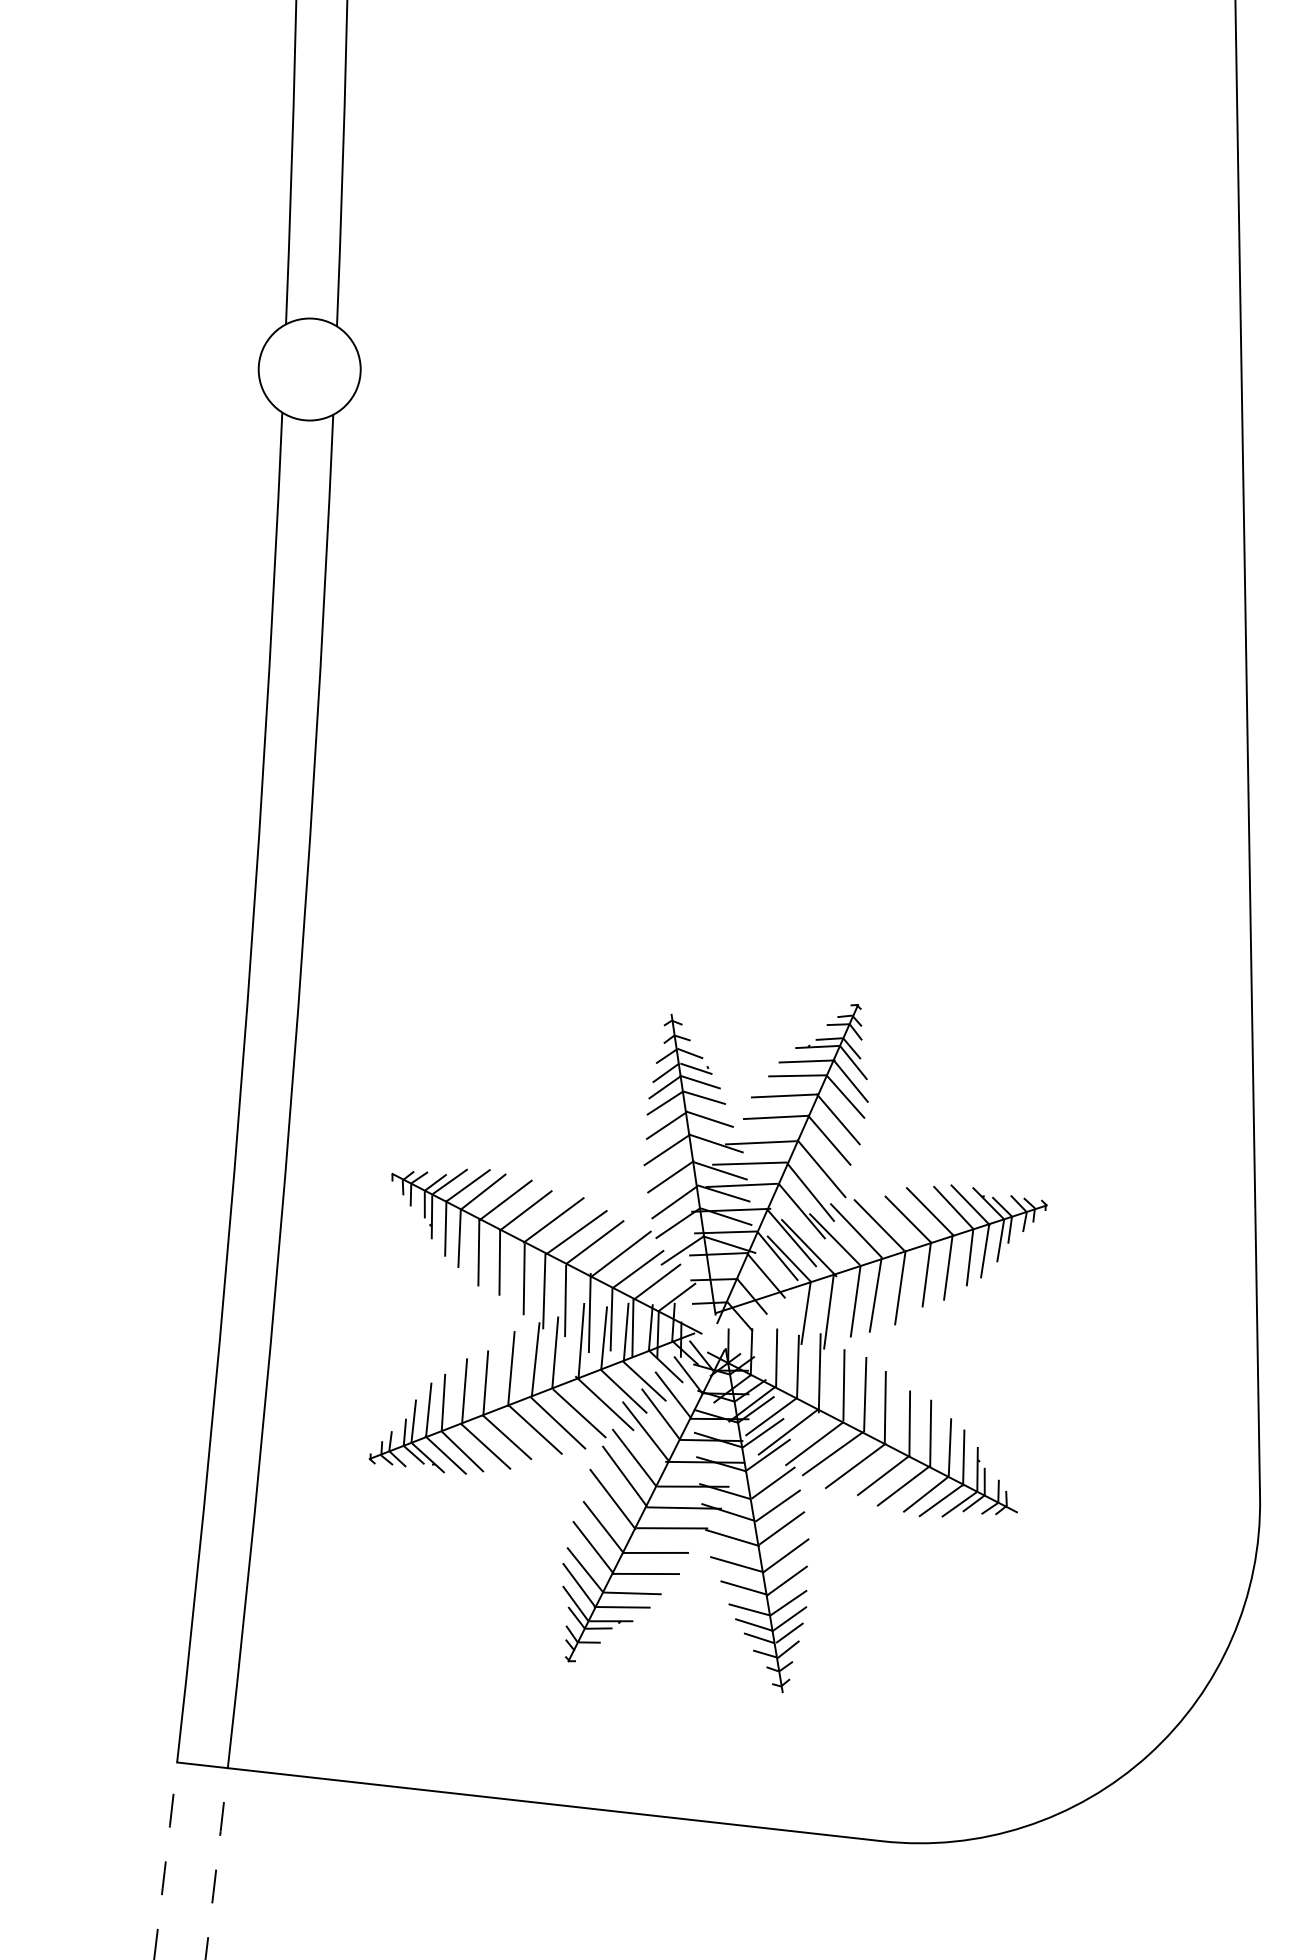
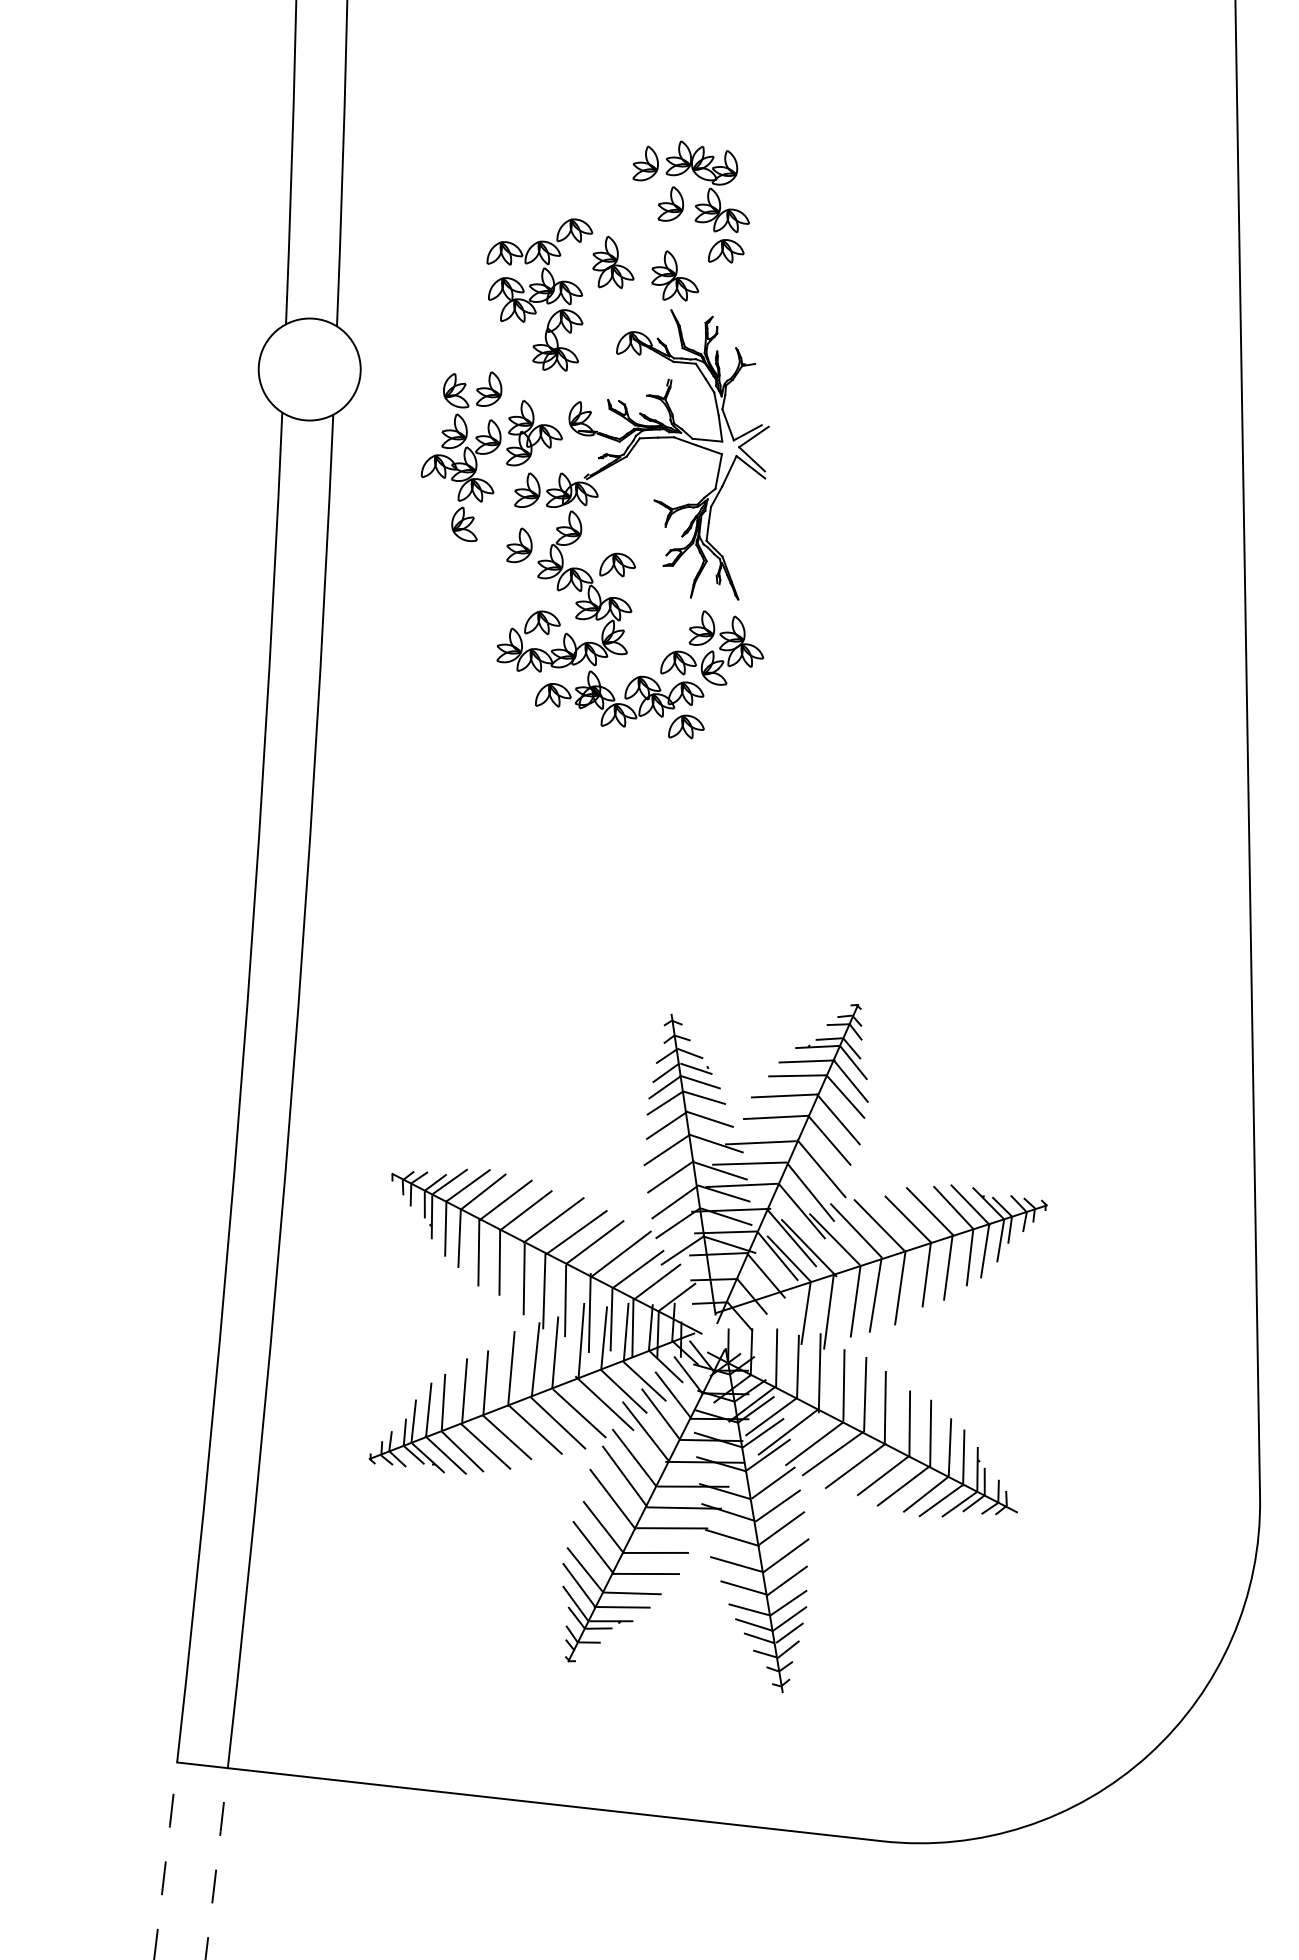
part at (594, 439): none -> present
